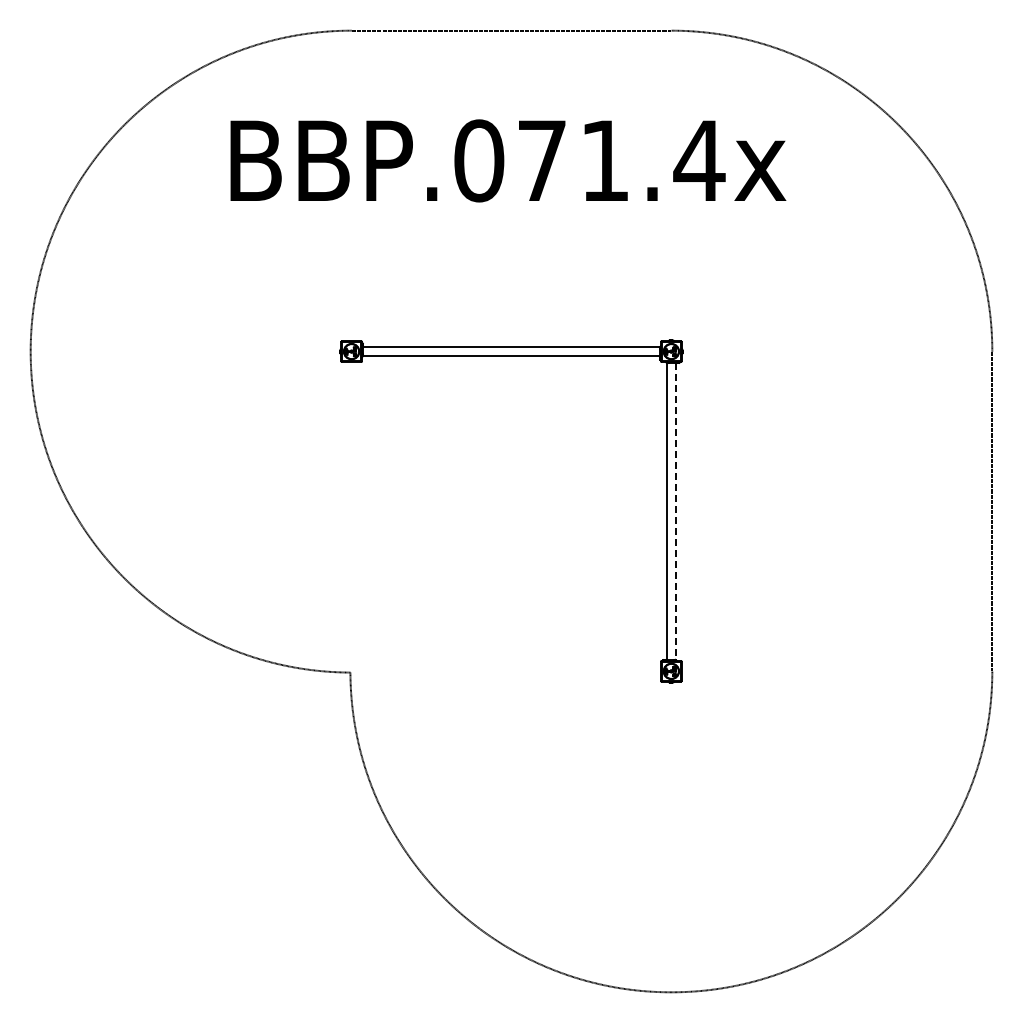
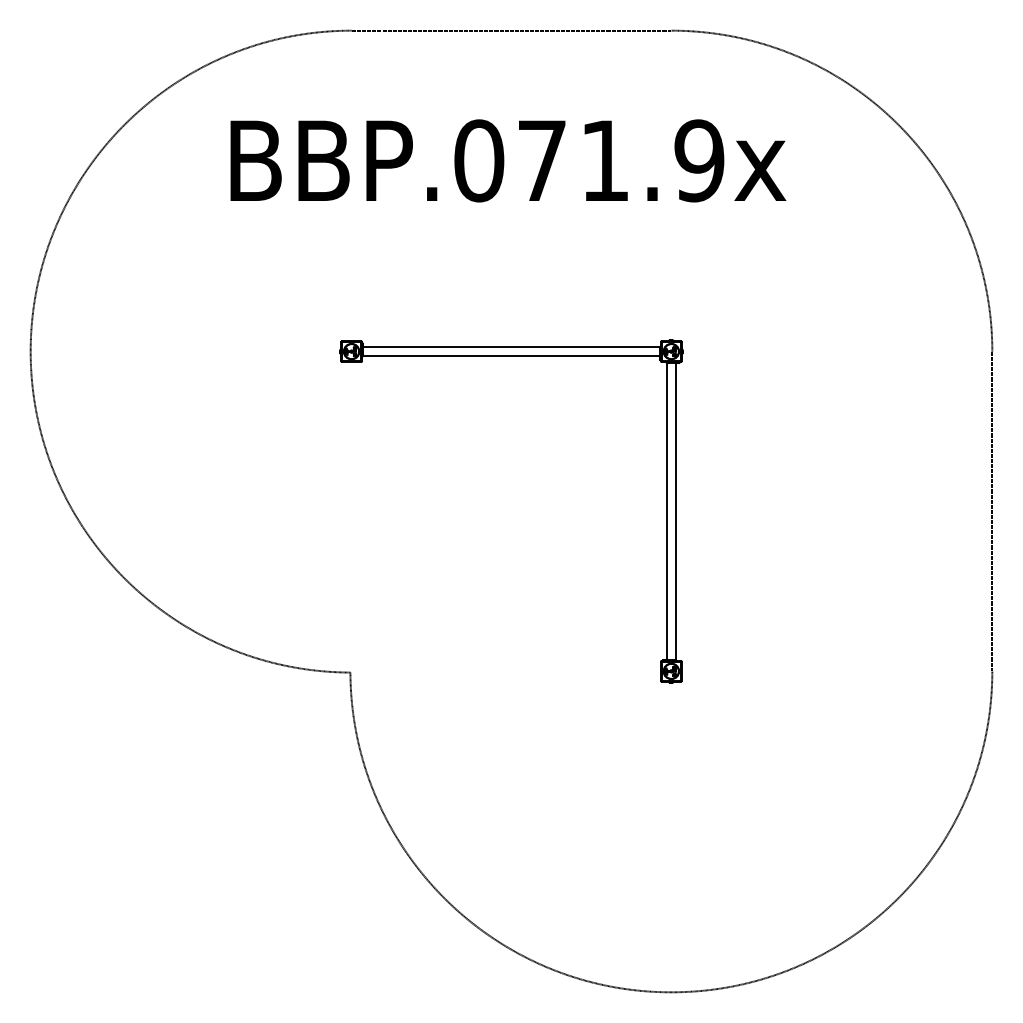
text at (699, 160): BBP.071.4x -> BBP.071.9x
line at (675, 512): dashed -> solid
